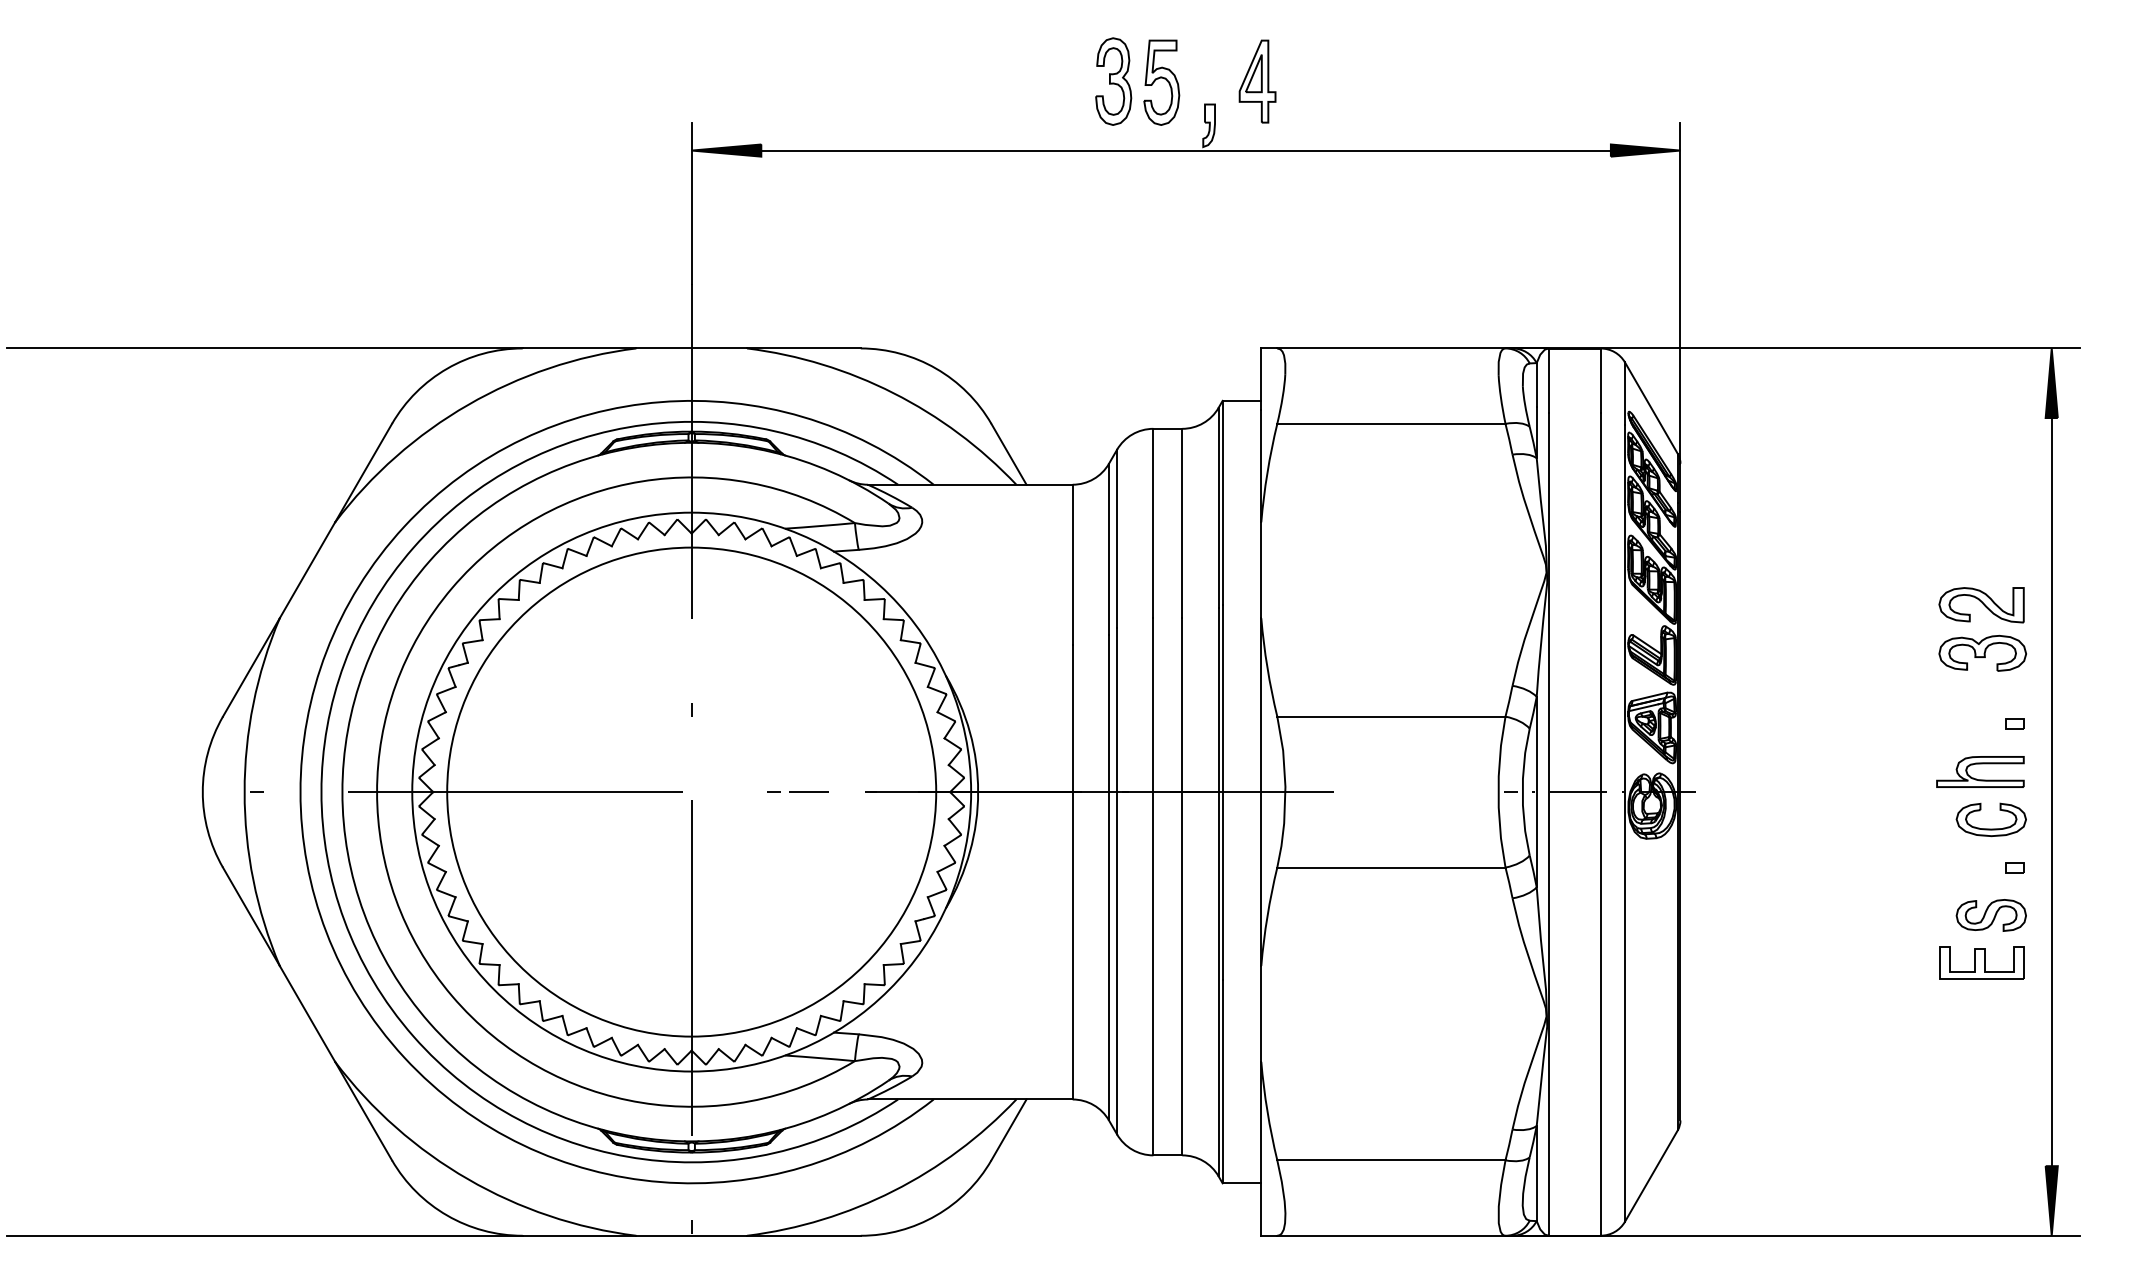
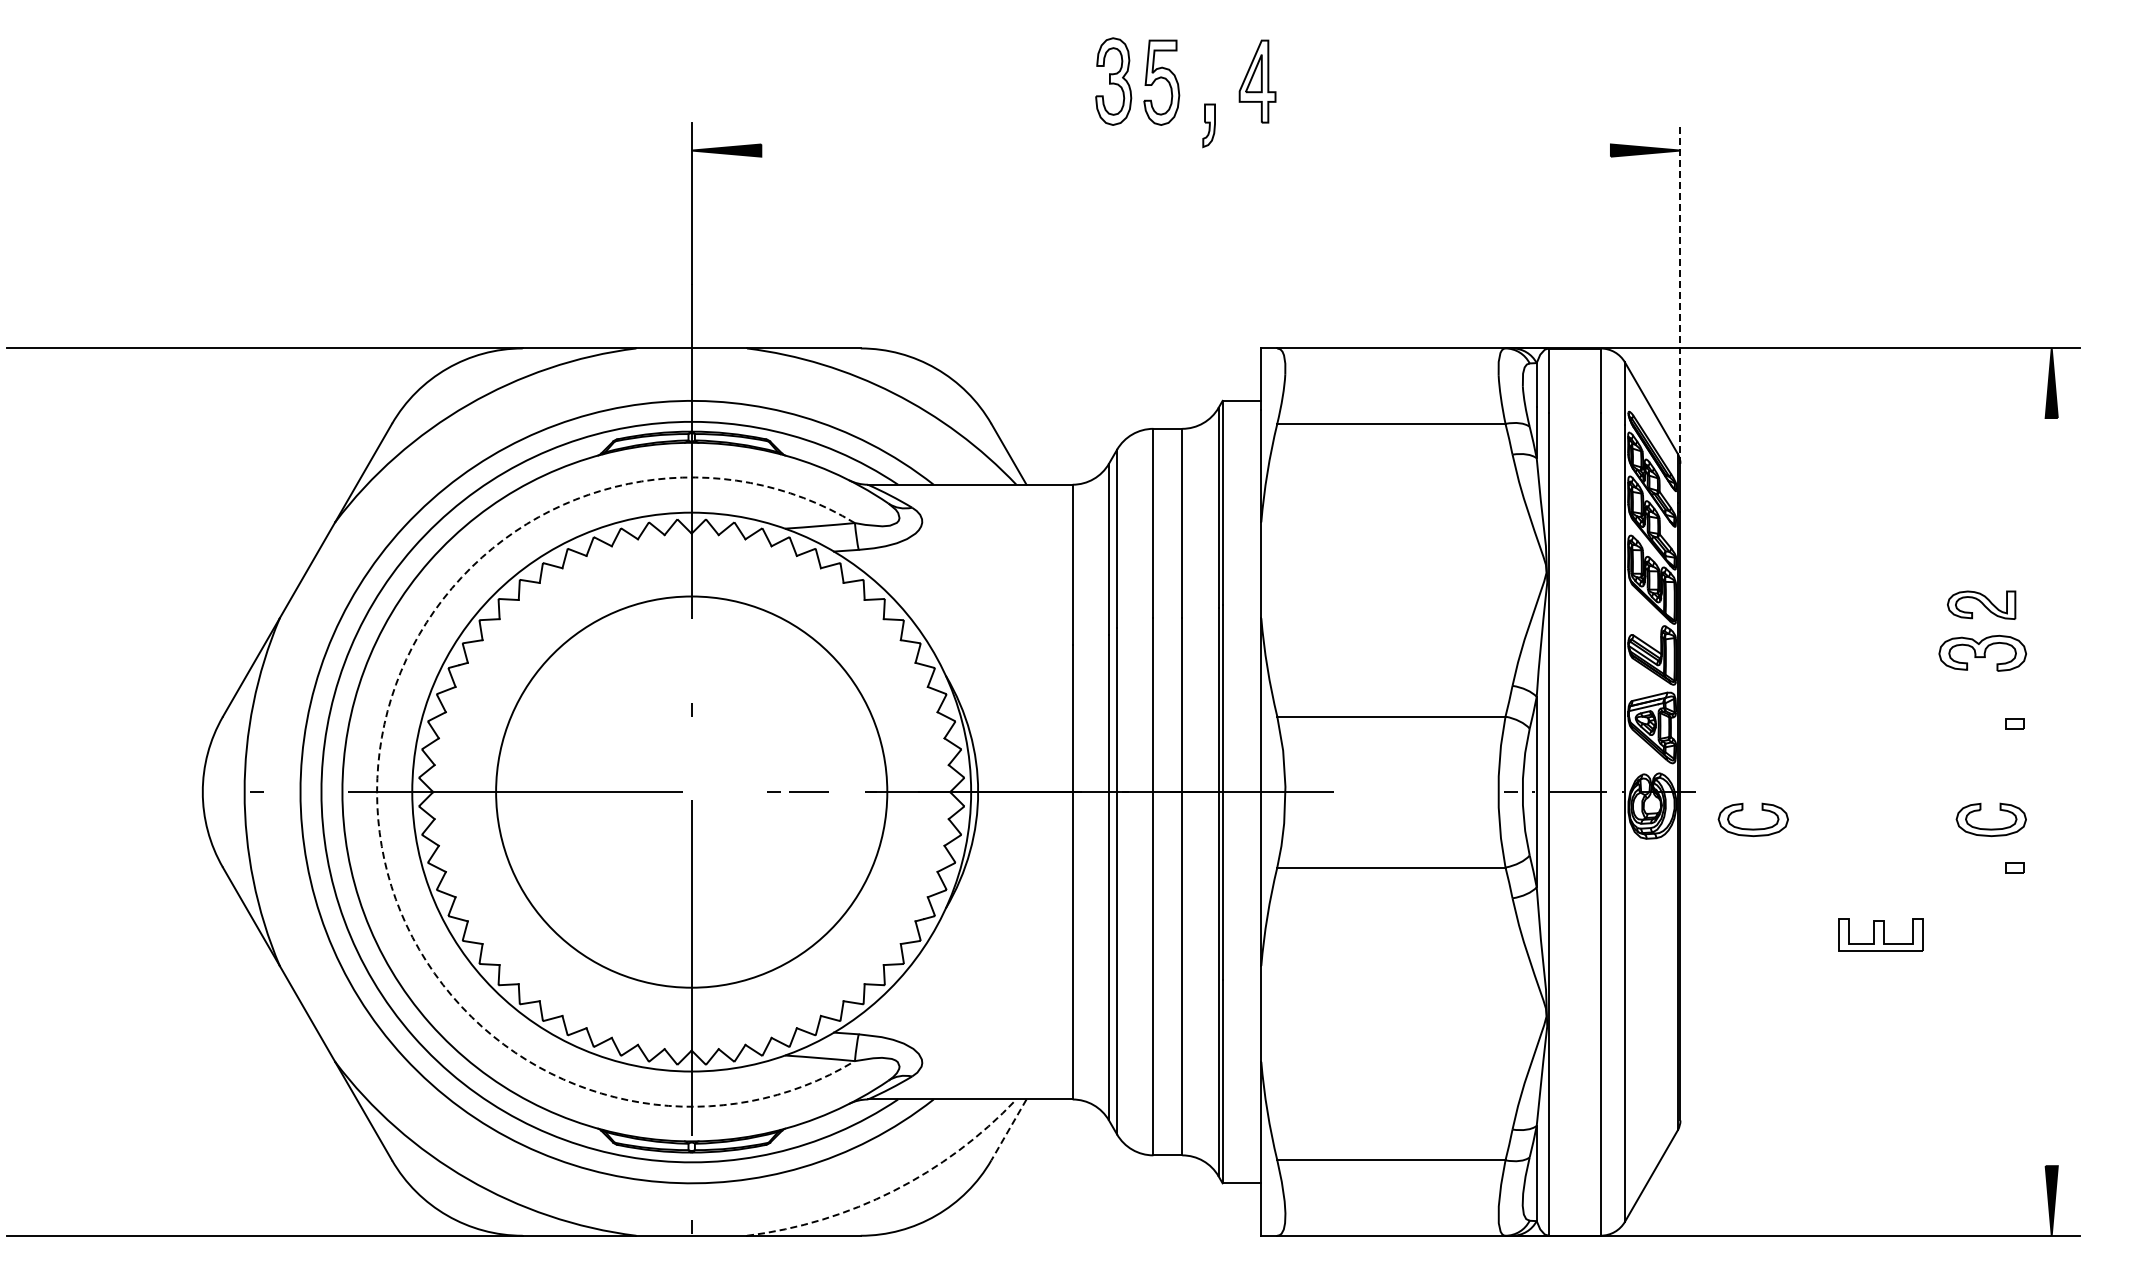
line at (1185, 150): present -> none
line at (1680, 293): solid -> dashed
part at (1981, 605) size: 87x37 px -> 70x30 px
part at (1980, 764): present -> none
circle at (691, 791) diameter: 489 px -> 391 px
arc at (377, 792): solid -> dashed
line at (2051, 792): present -> none
part at (1752, 828): none -> present
part at (1990, 915): present -> none
part at (1981, 962) position: (1981, 962) -> (1880, 934)
line at (1008, 1130): solid -> dashed
arc at (893, 1191): solid -> dashed
